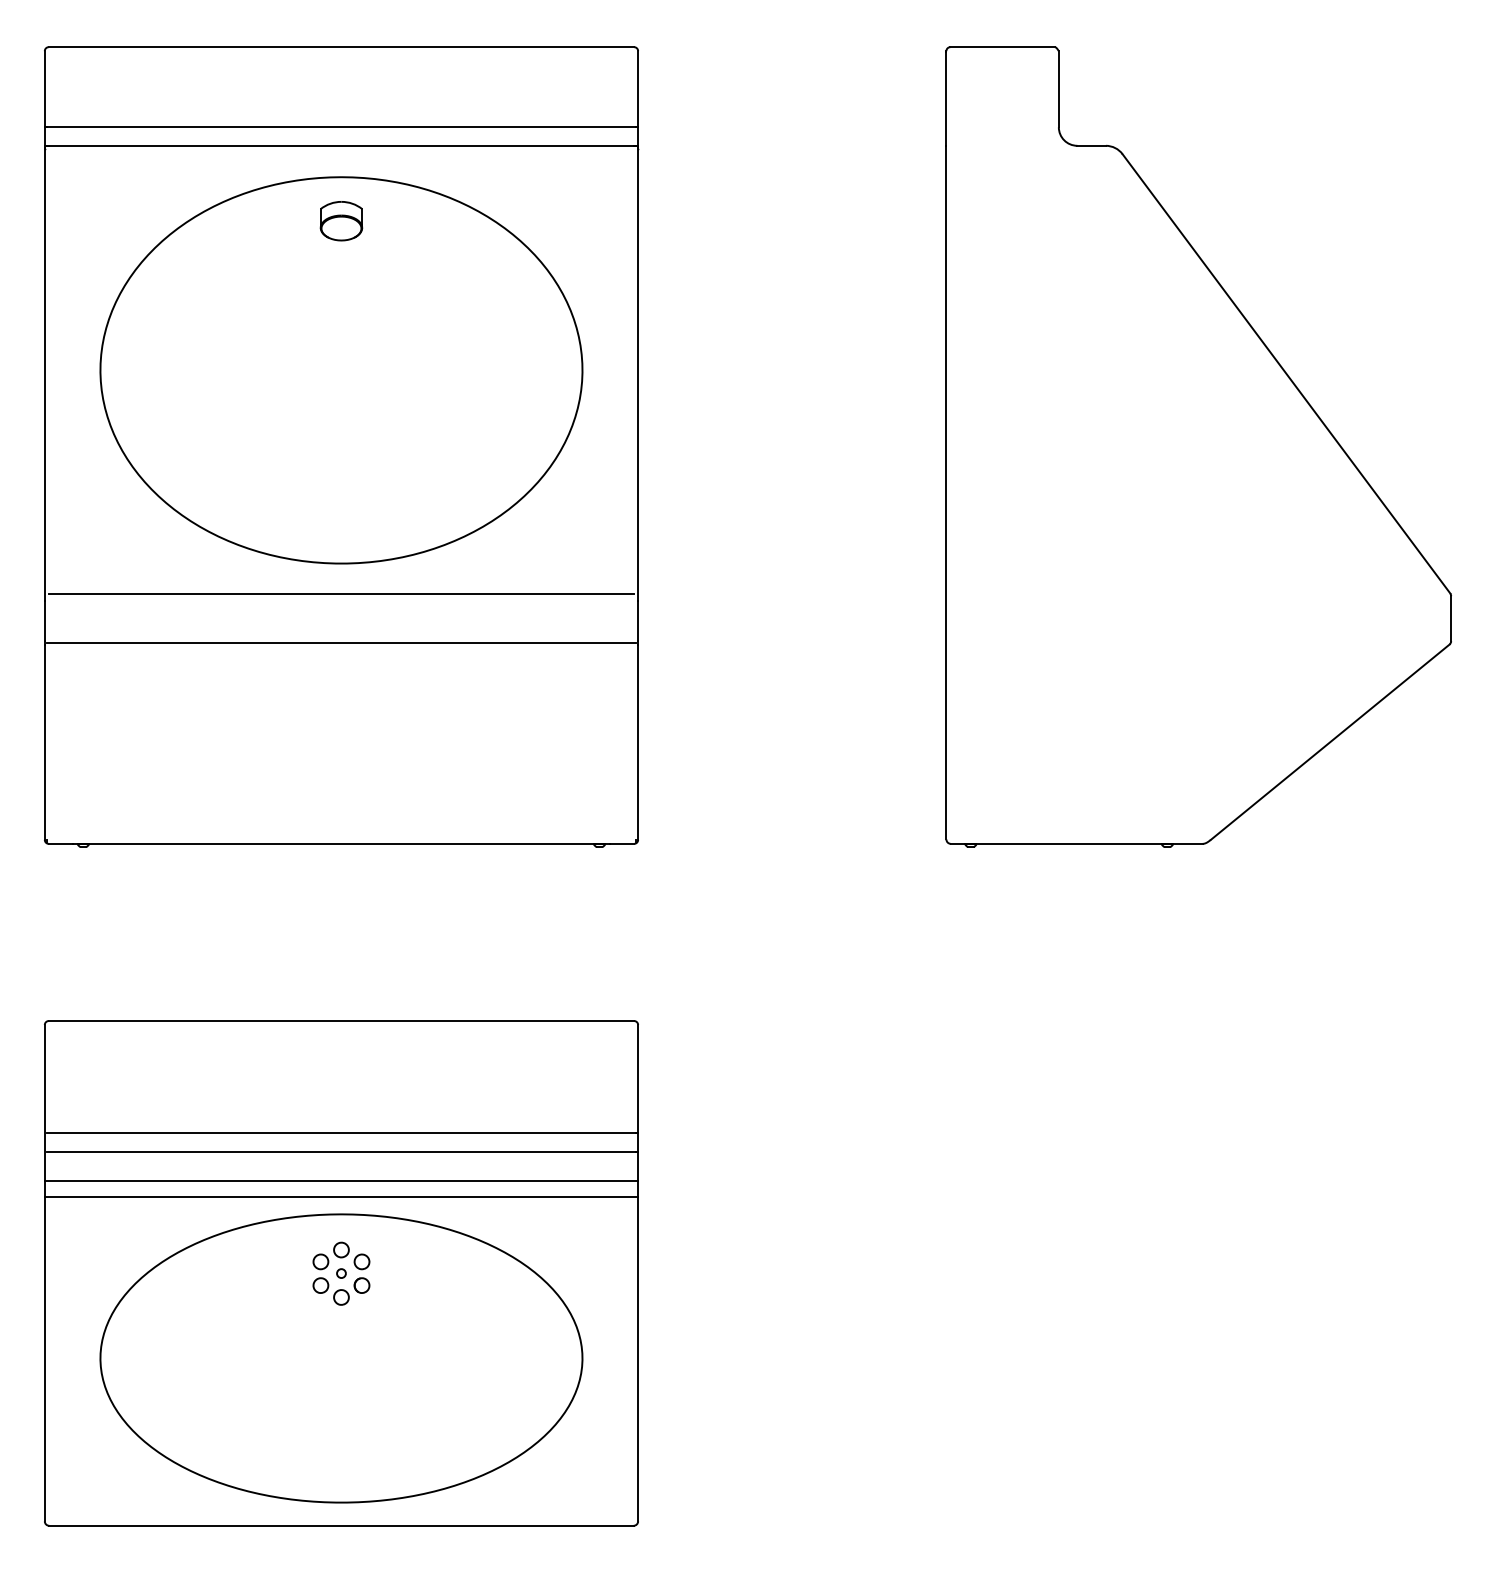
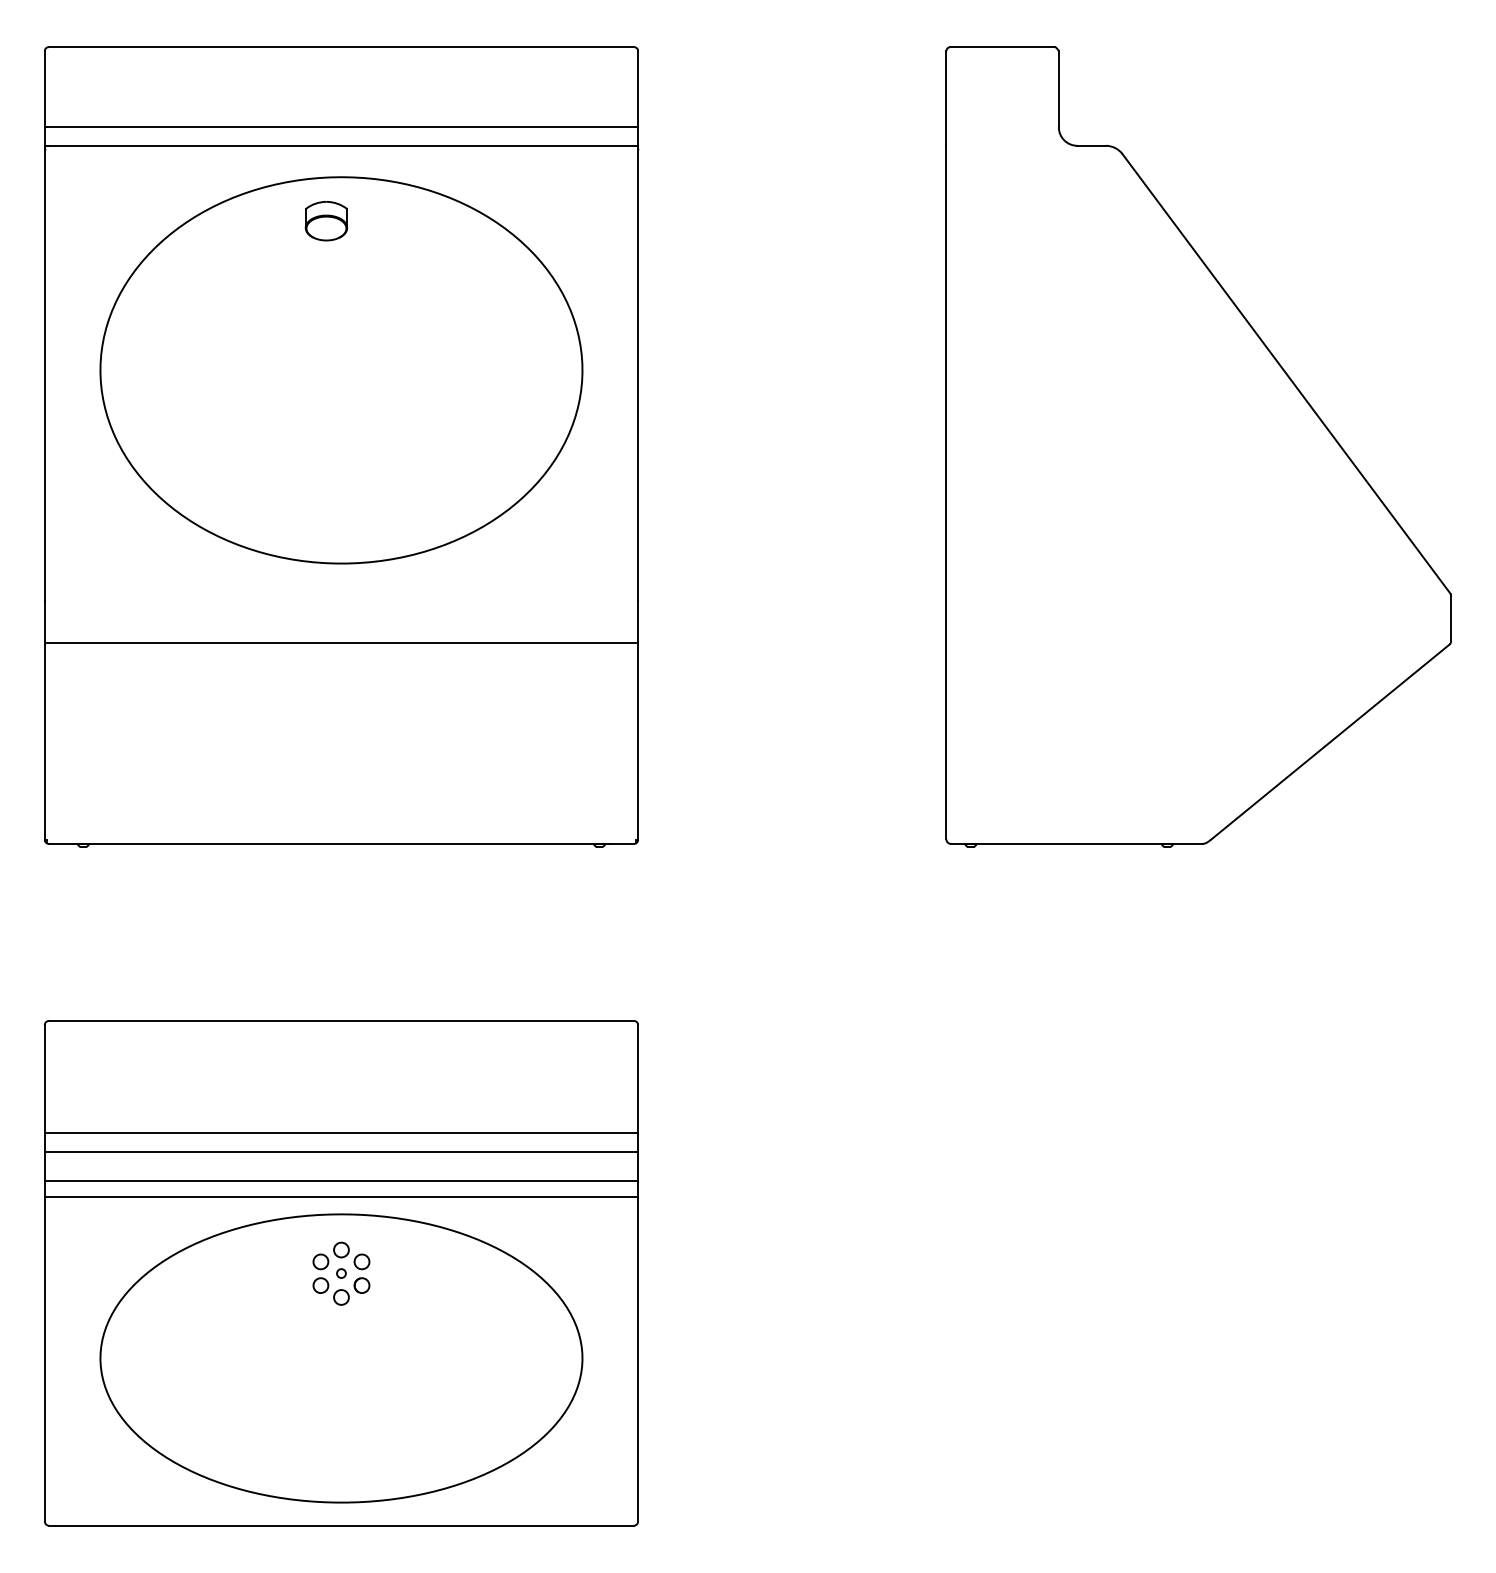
part at (341, 221) position: (341, 221) -> (326, 221)
line at (341, 593): present -> none
